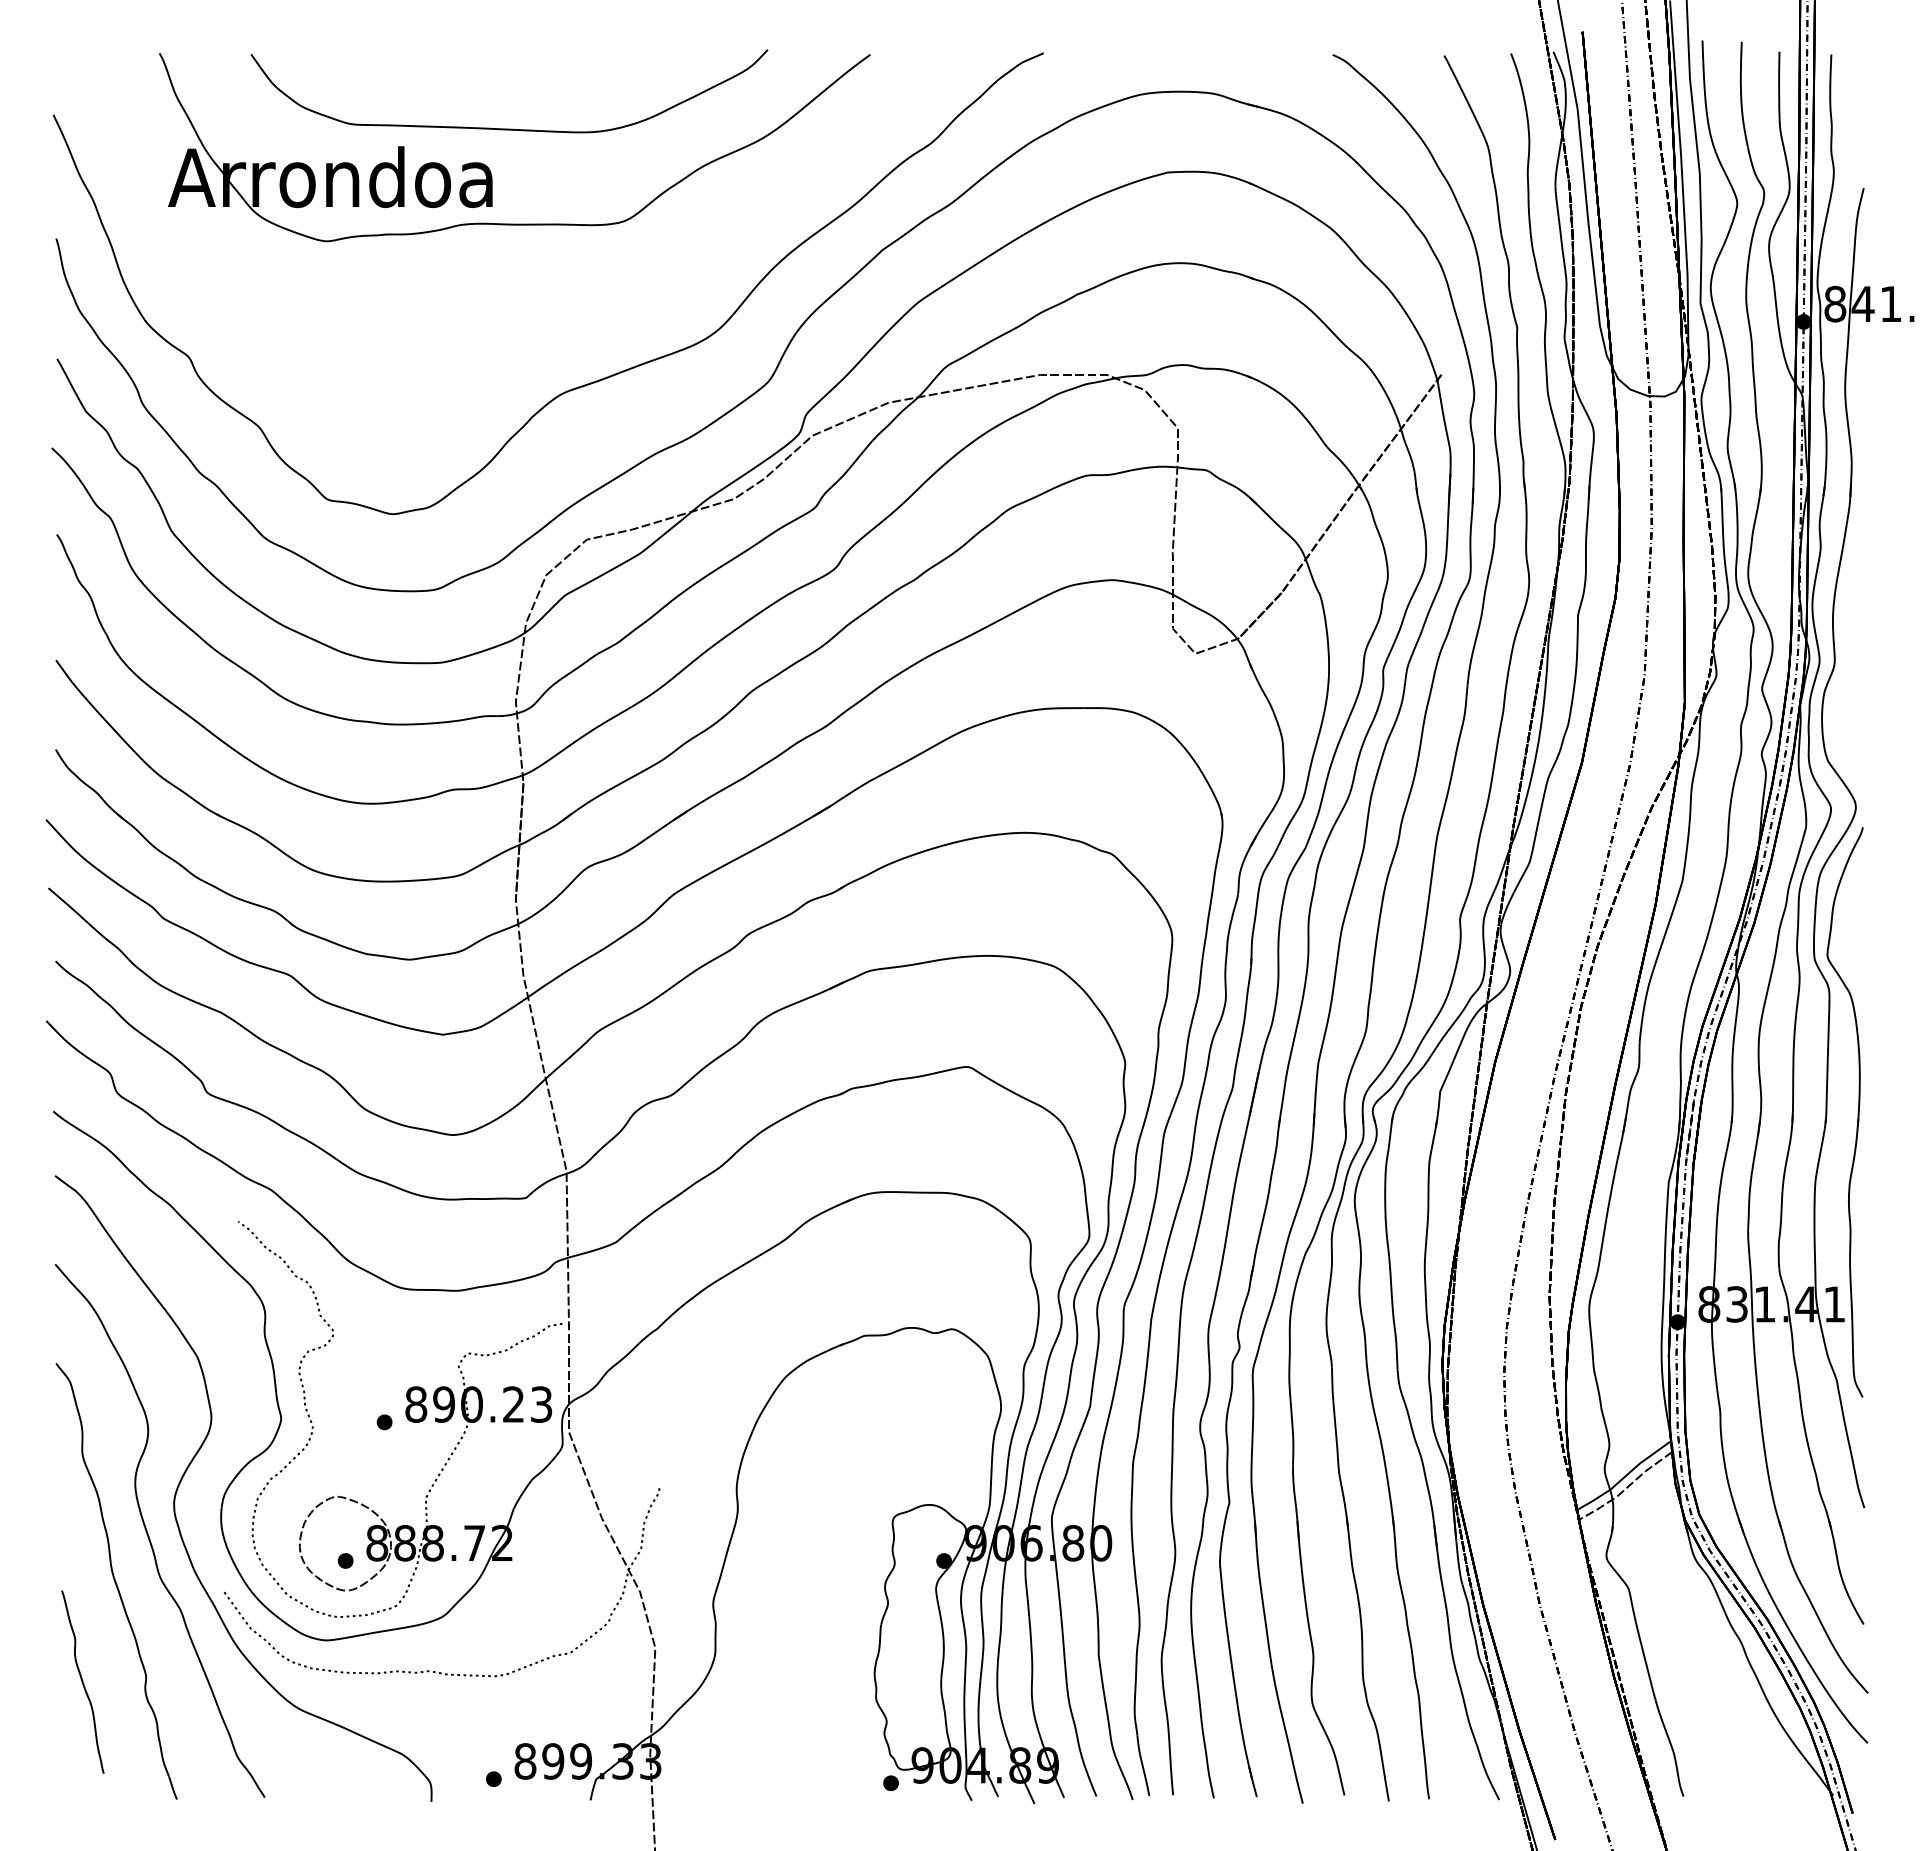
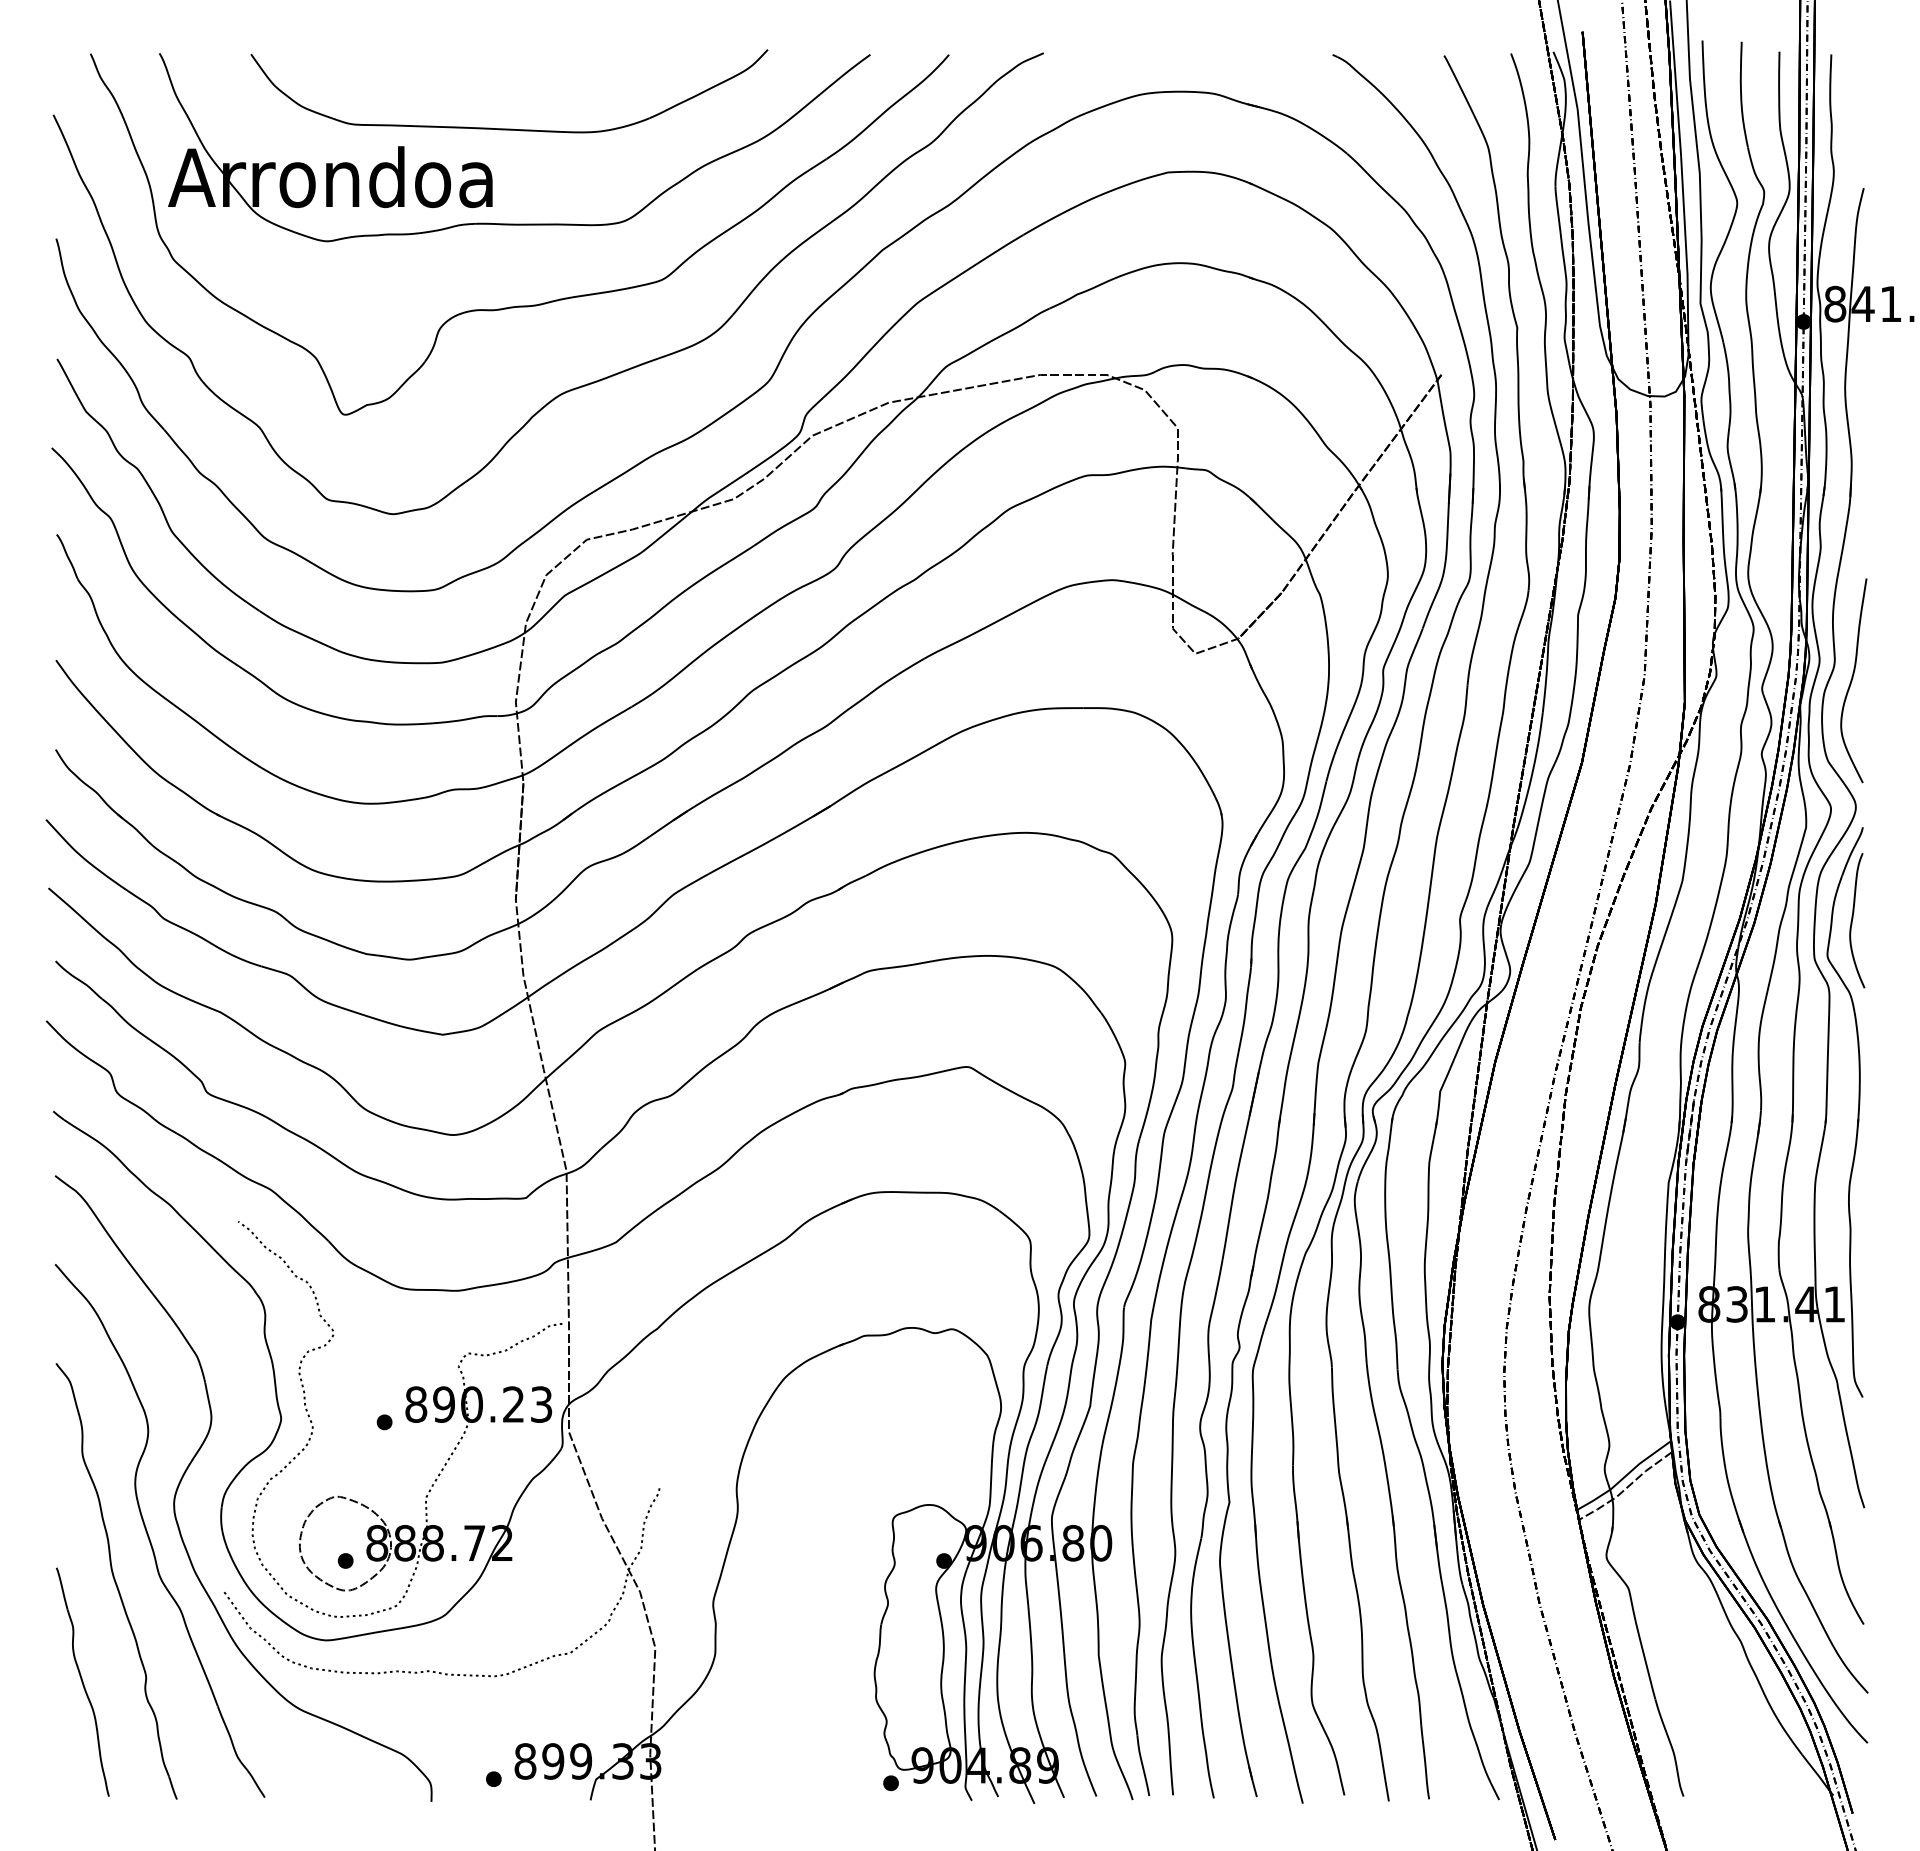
part at (519, 305): none -> present
curve at (1852, 680): none -> present
curve at (1853, 918): none -> present
part at (82, 1681) size: 44x184 px -> 54x230 px
